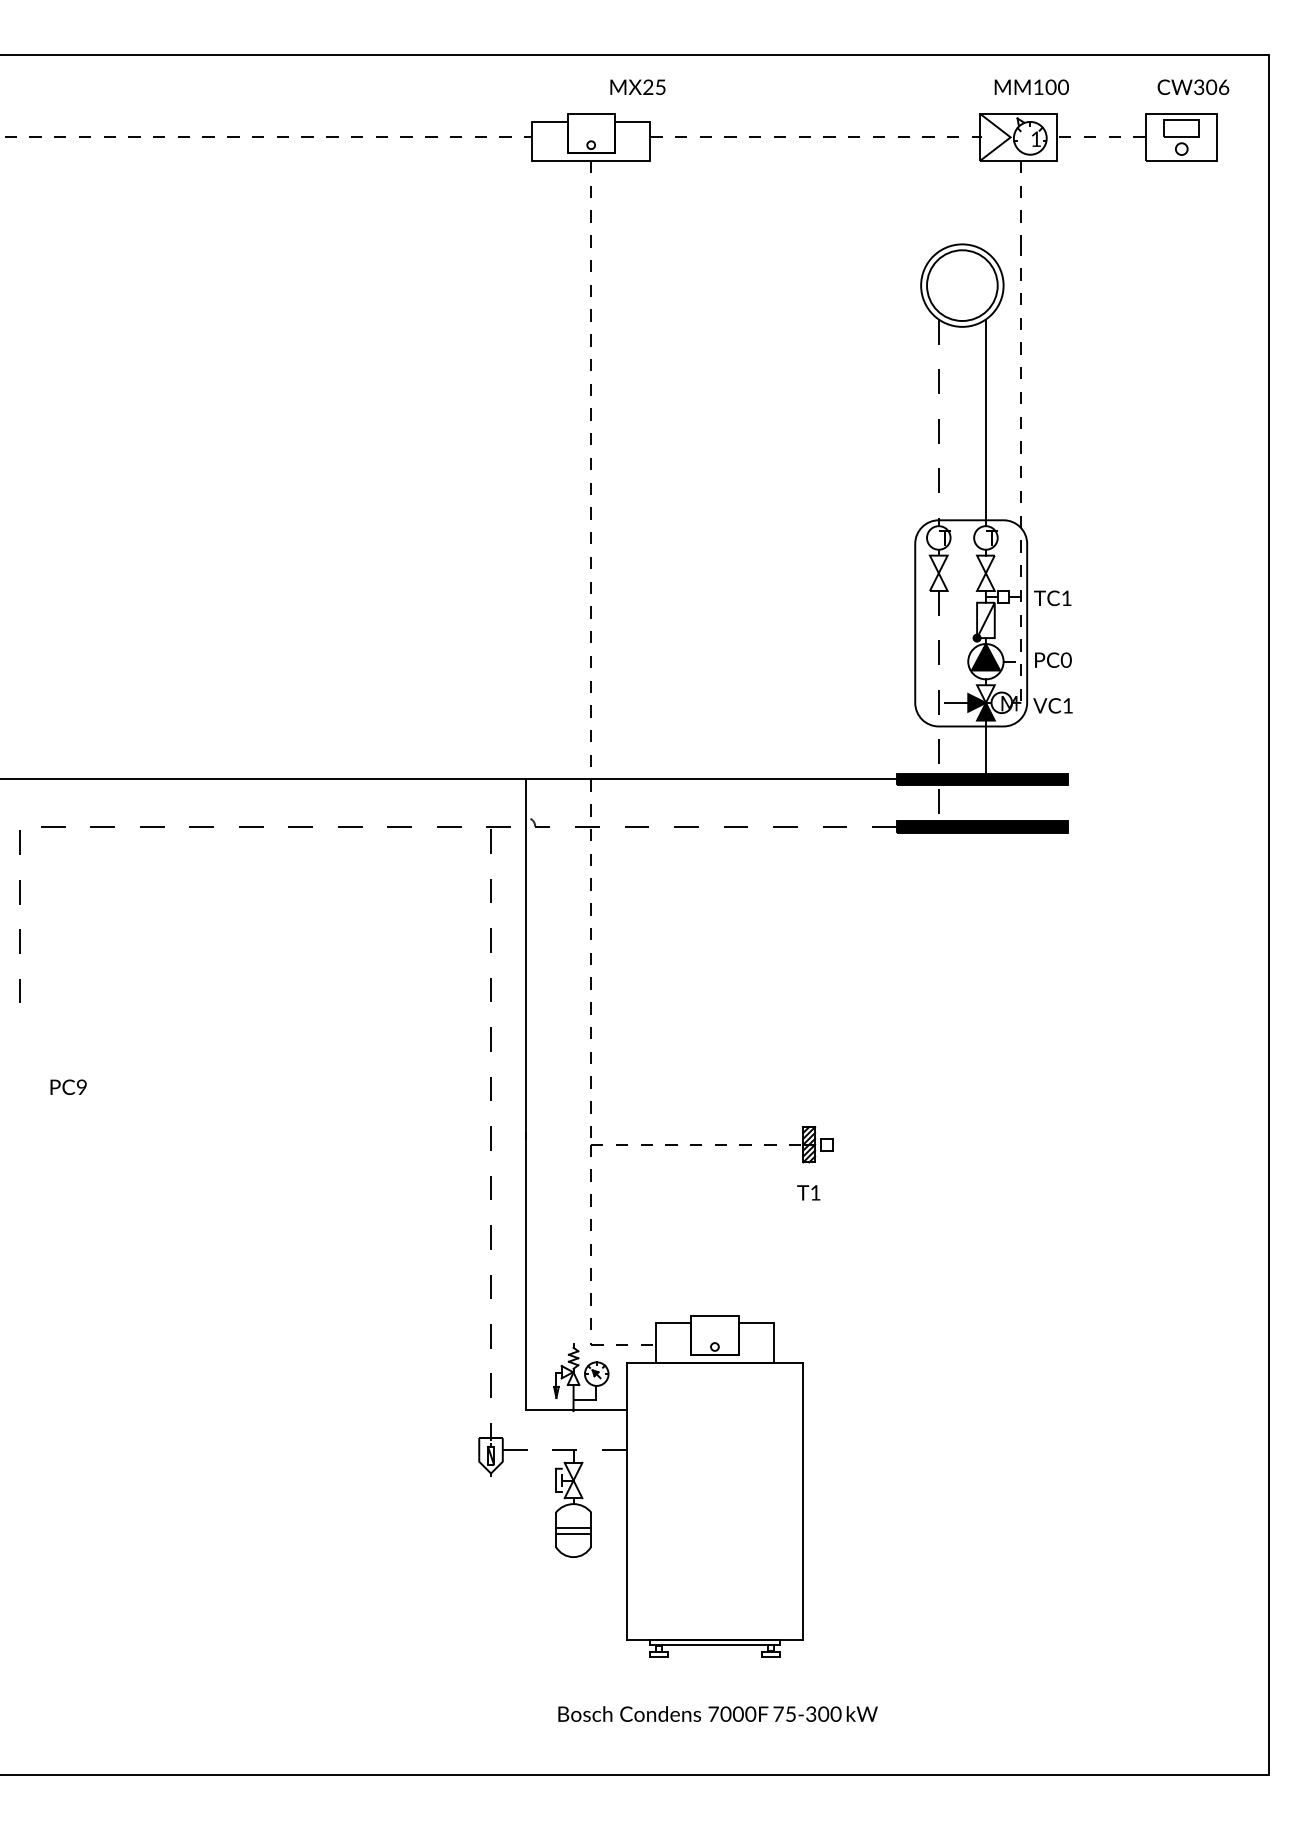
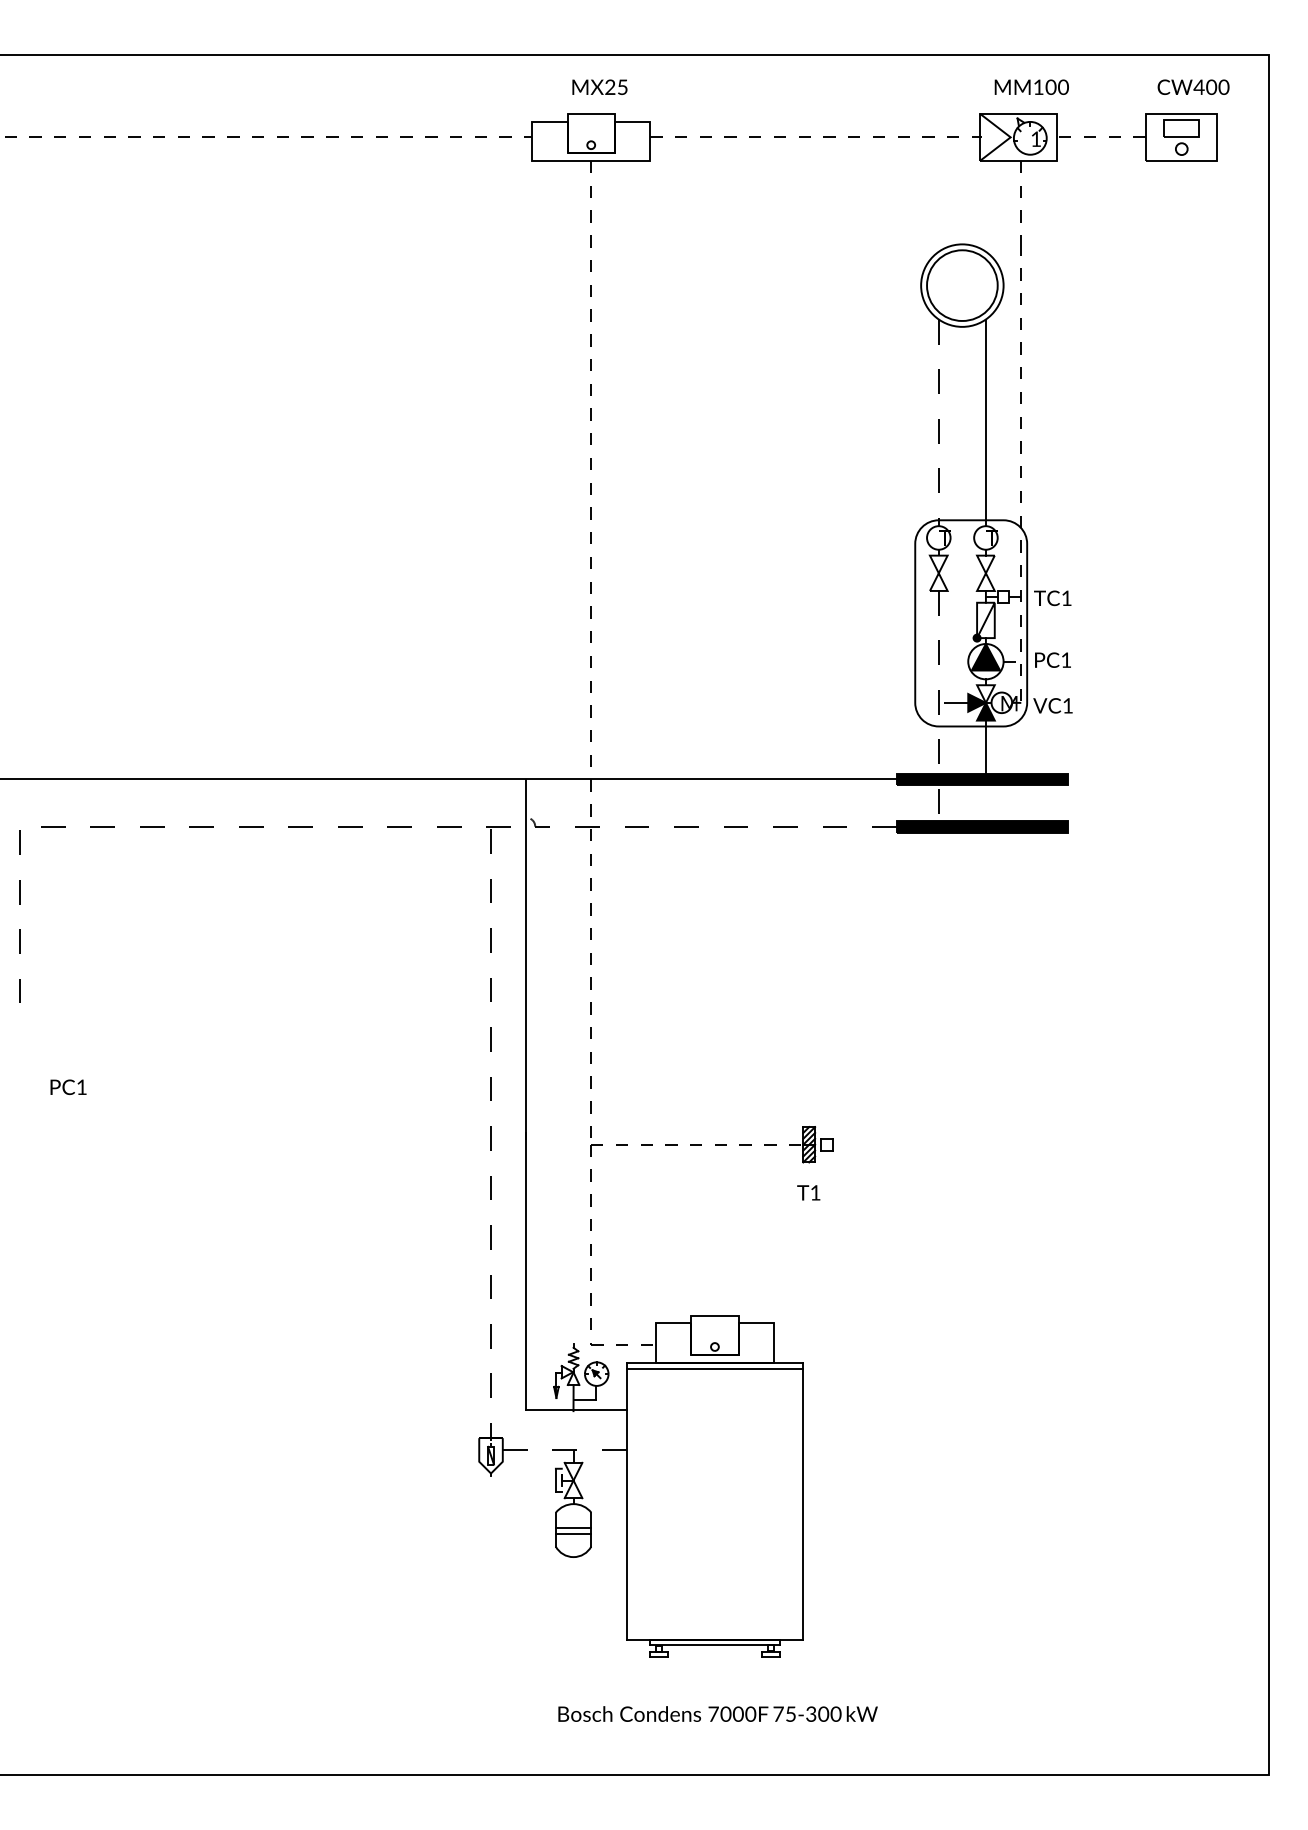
text at (637, 86) position: (637, 86) -> (599, 86)
text at (1211, 86): CW306 -> CW400
text at (1065, 659): PC0 -> PC1
text at (81, 1086): PC9 -> PC1
line at (715, 1368): none -> present
